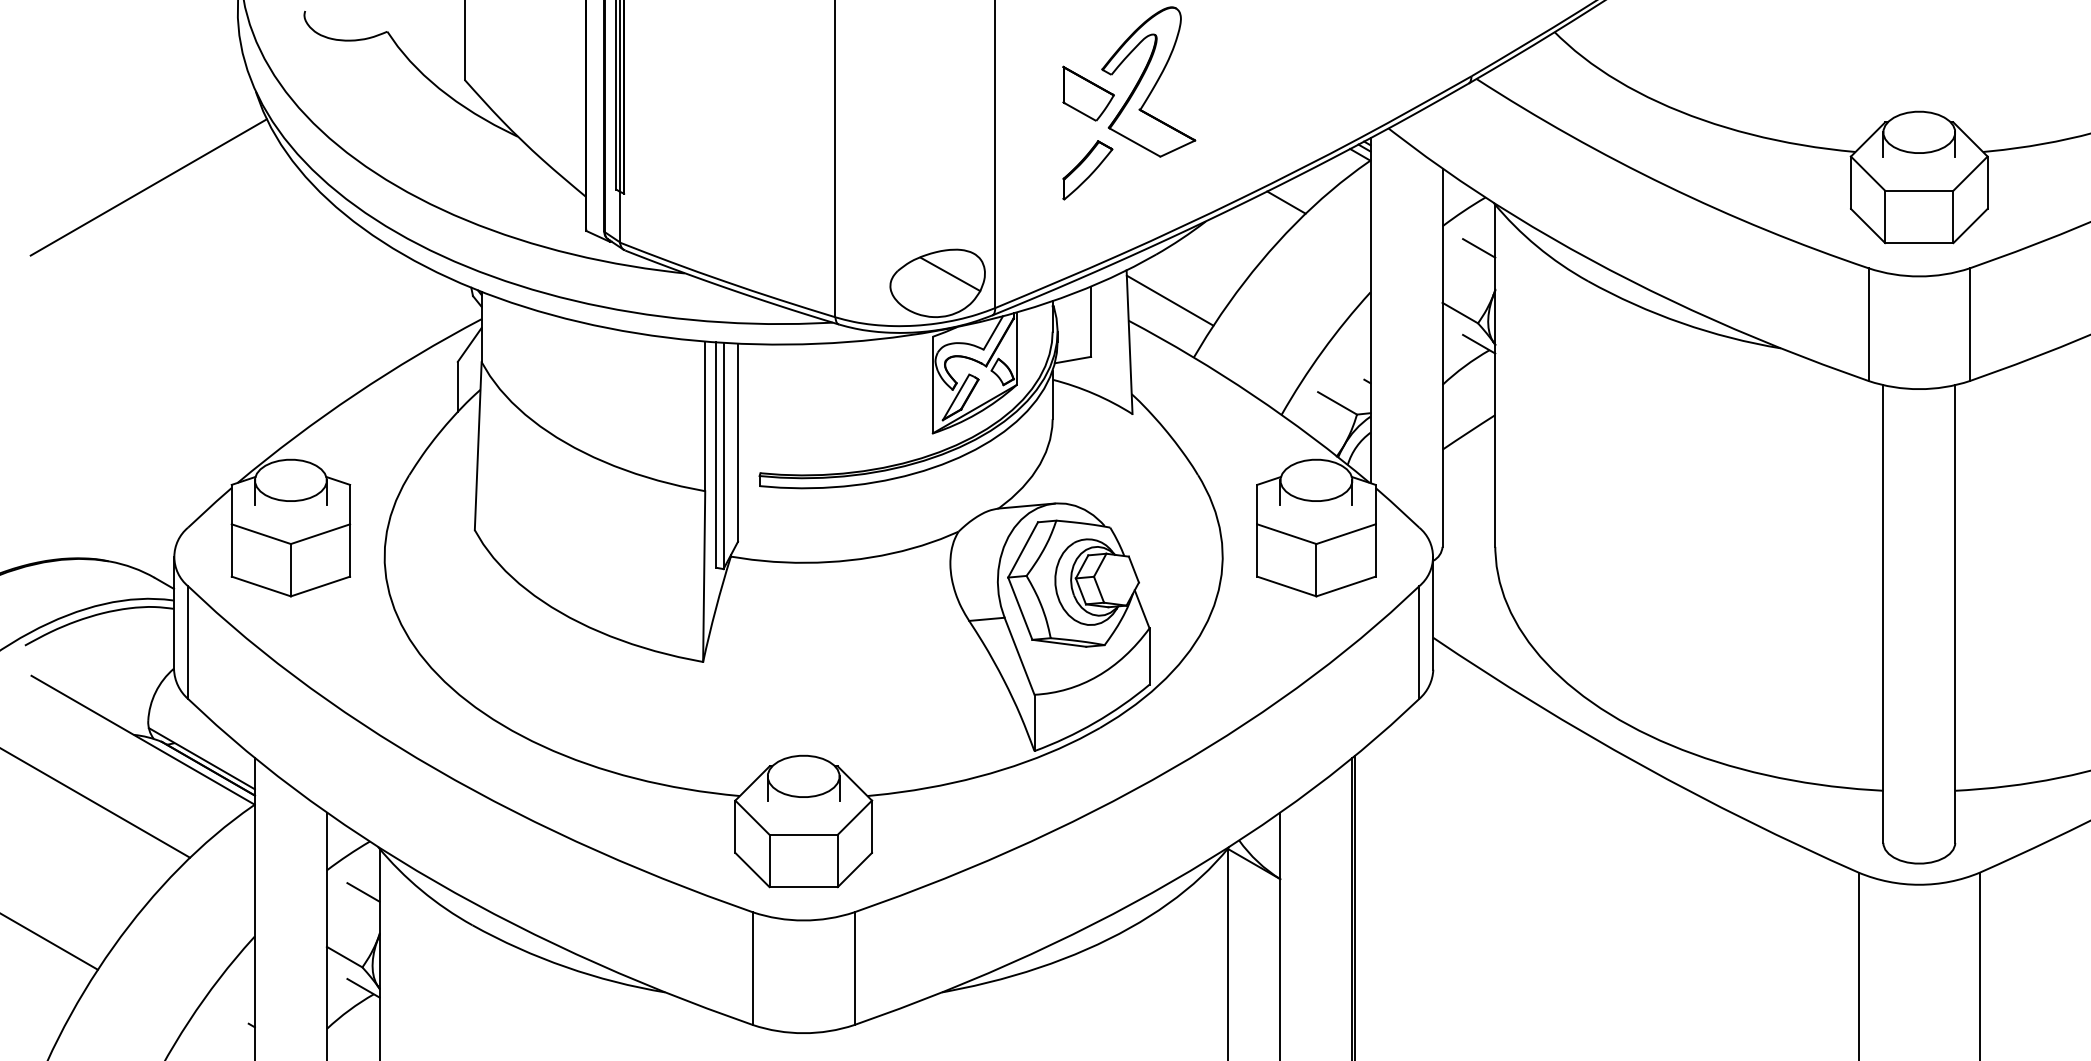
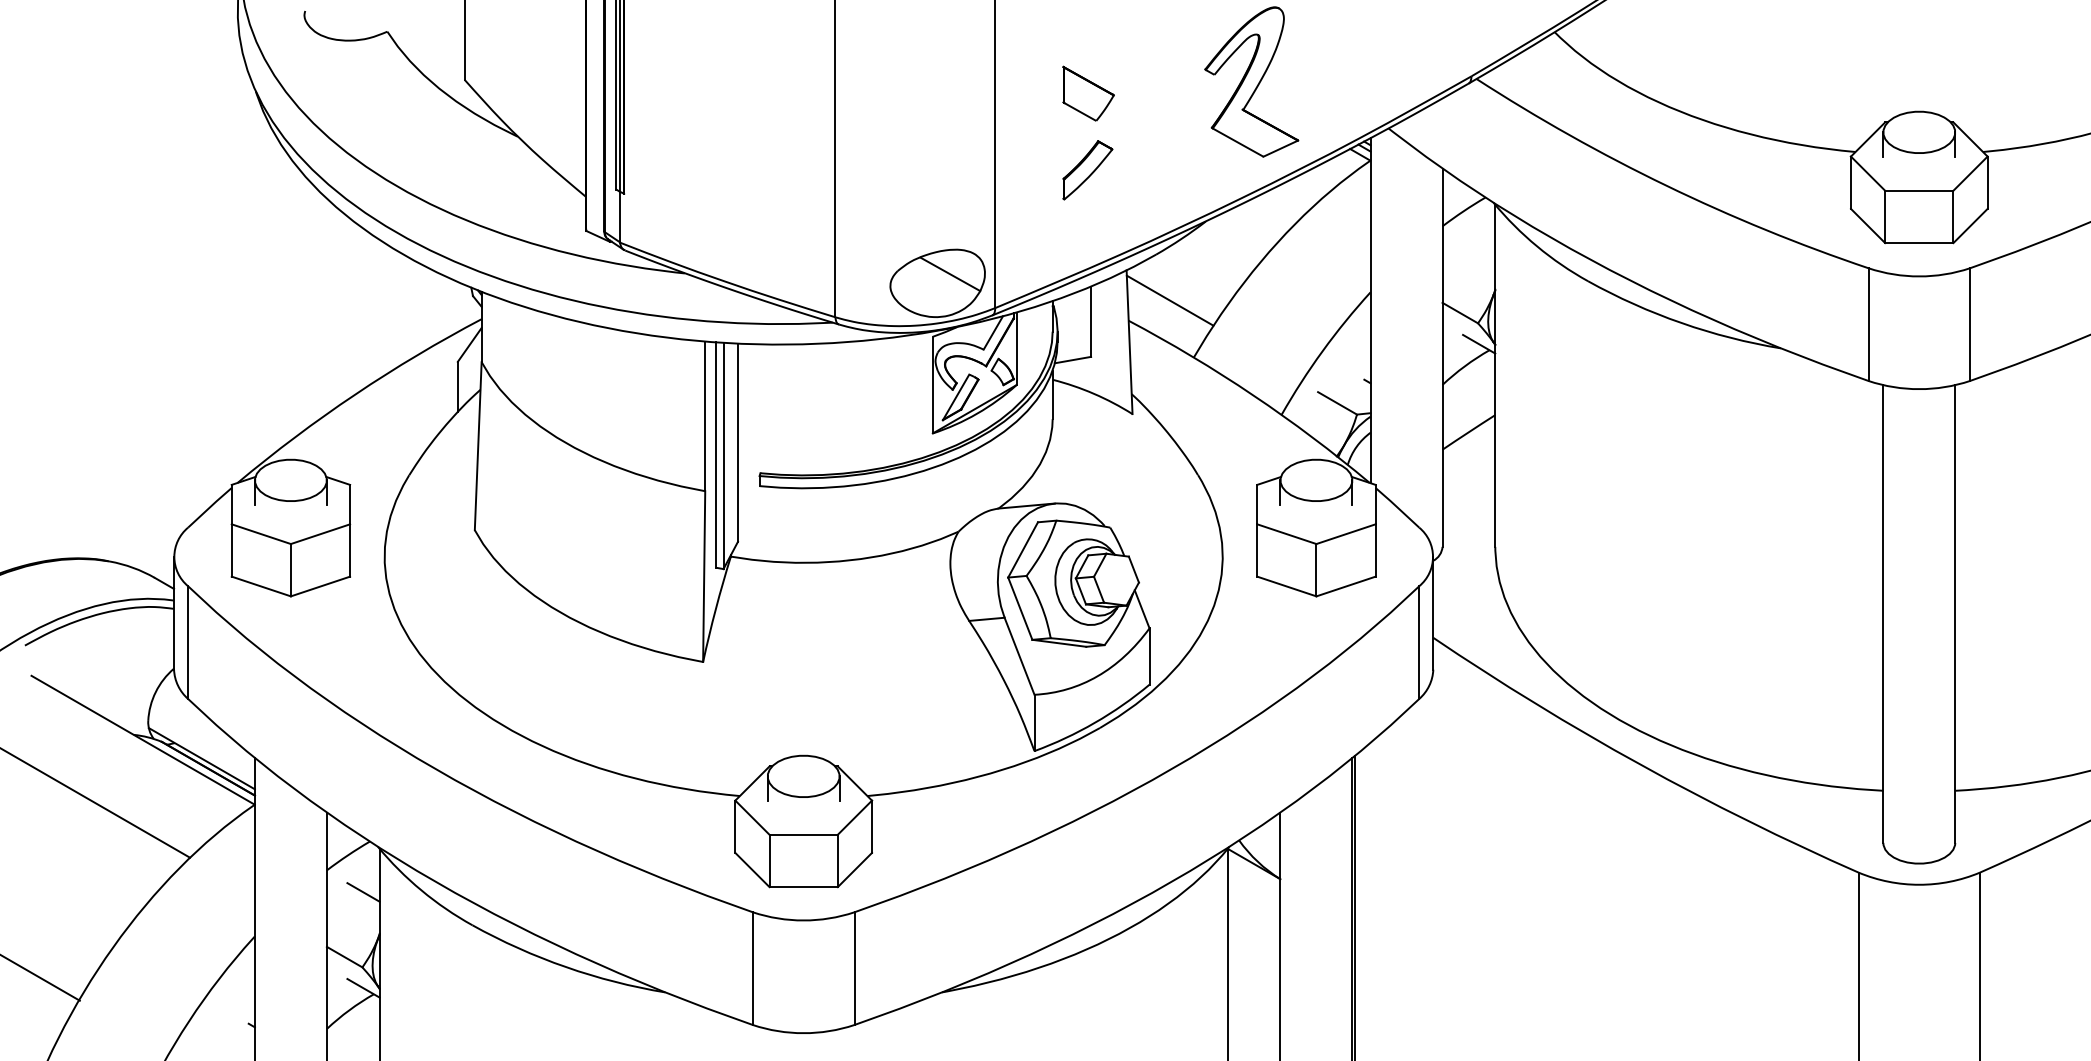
part at (1148, 81) position: (1148, 81) -> (1251, 81)
line at (148, 187): present -> none
line at (1286, 202): present -> none
line at (1479, 248): present -> none
line at (49, 941) position: (49, 941) -> (40, 978)
